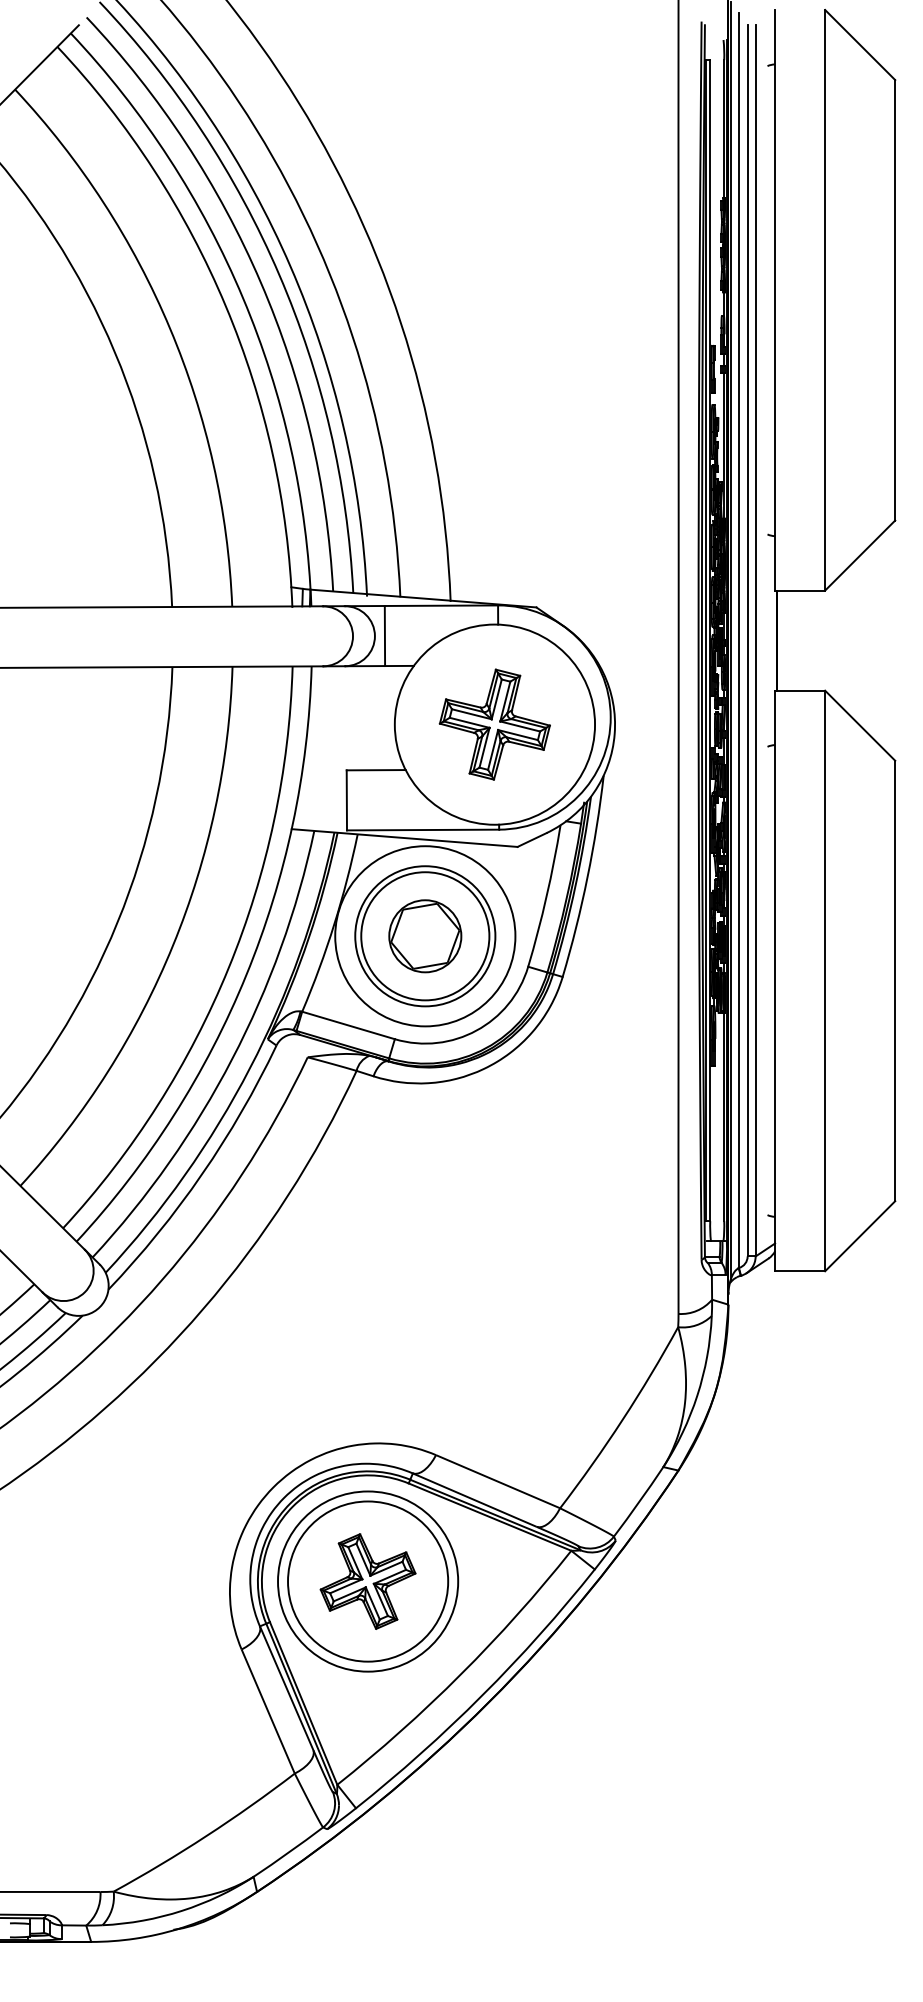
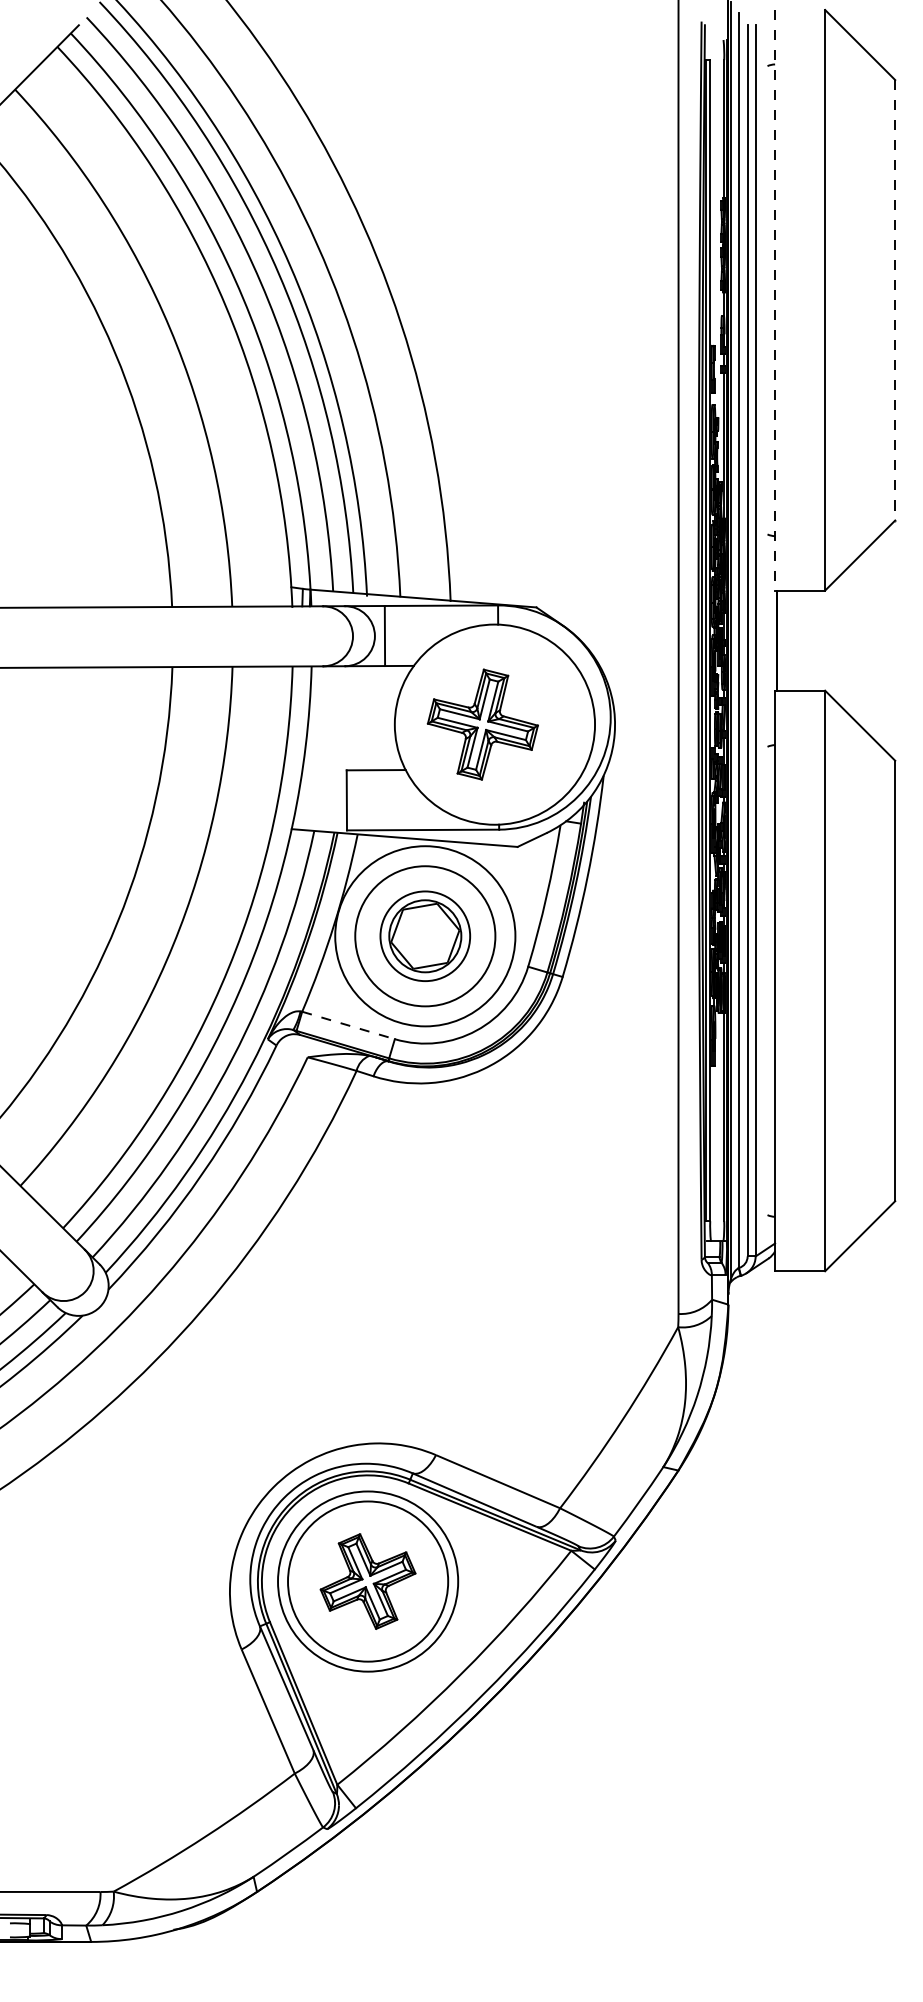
line at (775, 300): solid -> dashed
line at (895, 300): solid -> dashed
part at (494, 724) position: (494, 724) -> (482, 724)
circle at (425, 936) diameter: 128 px -> 90 px
line at (349, 1025): solid -> dashed
